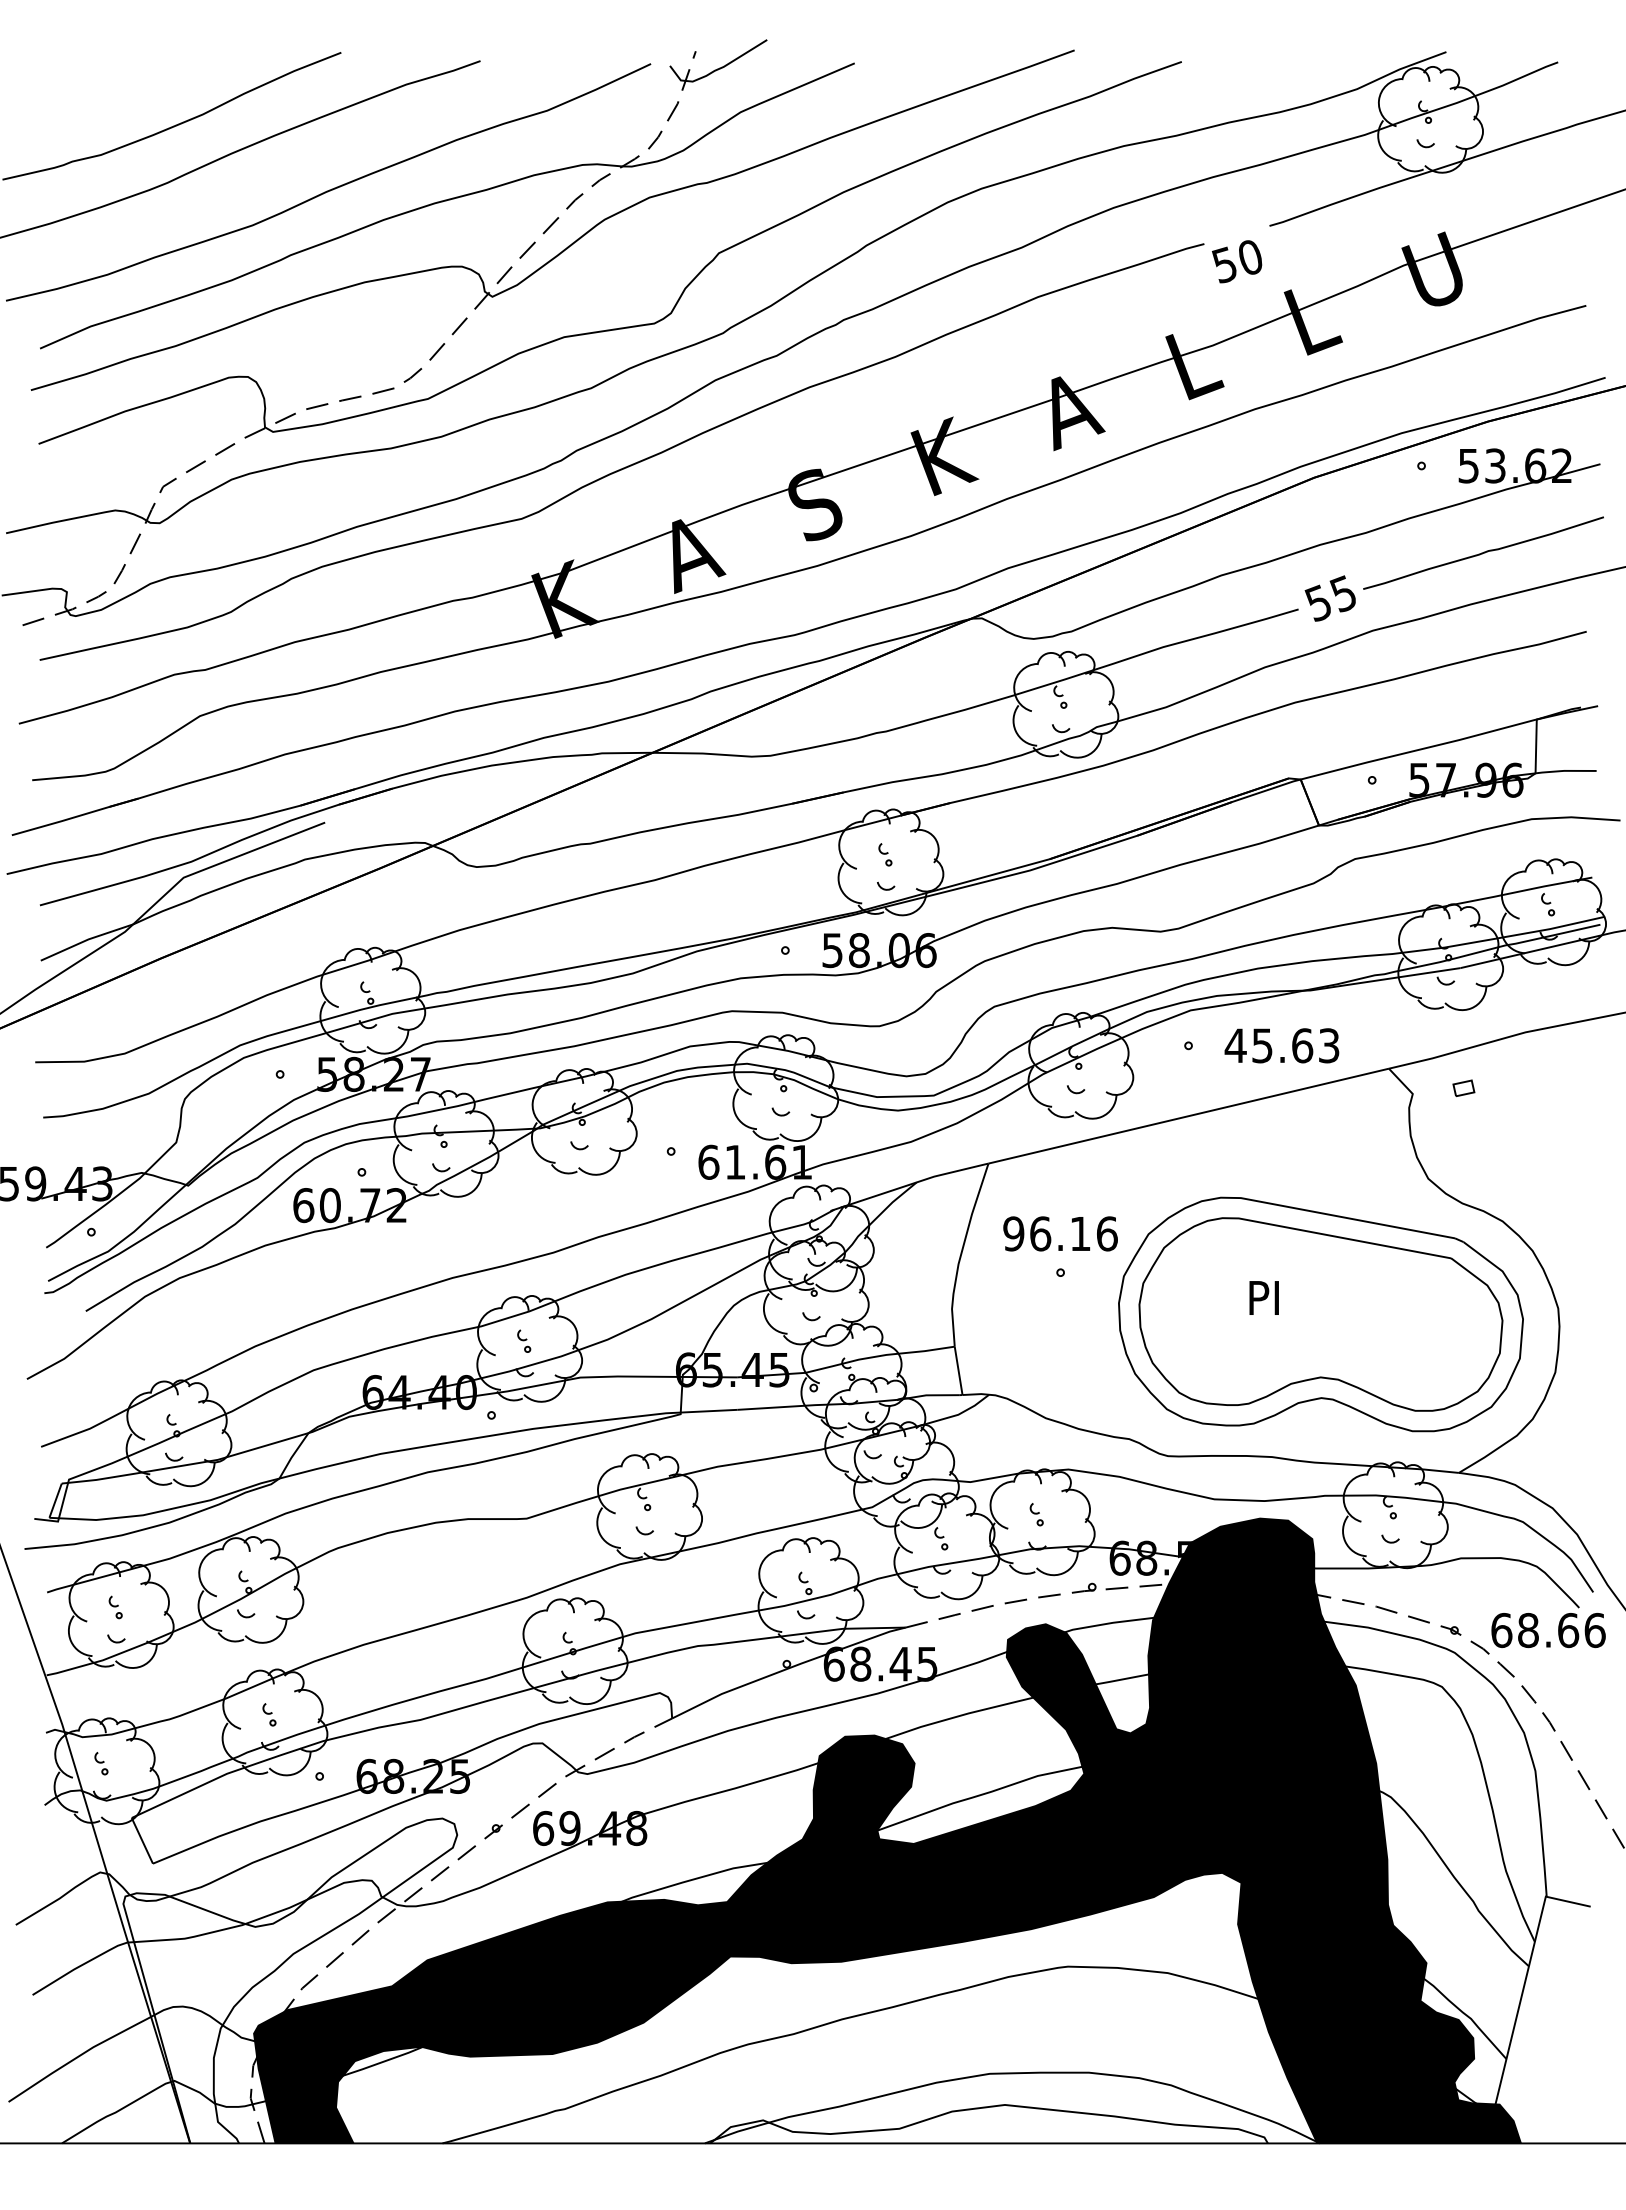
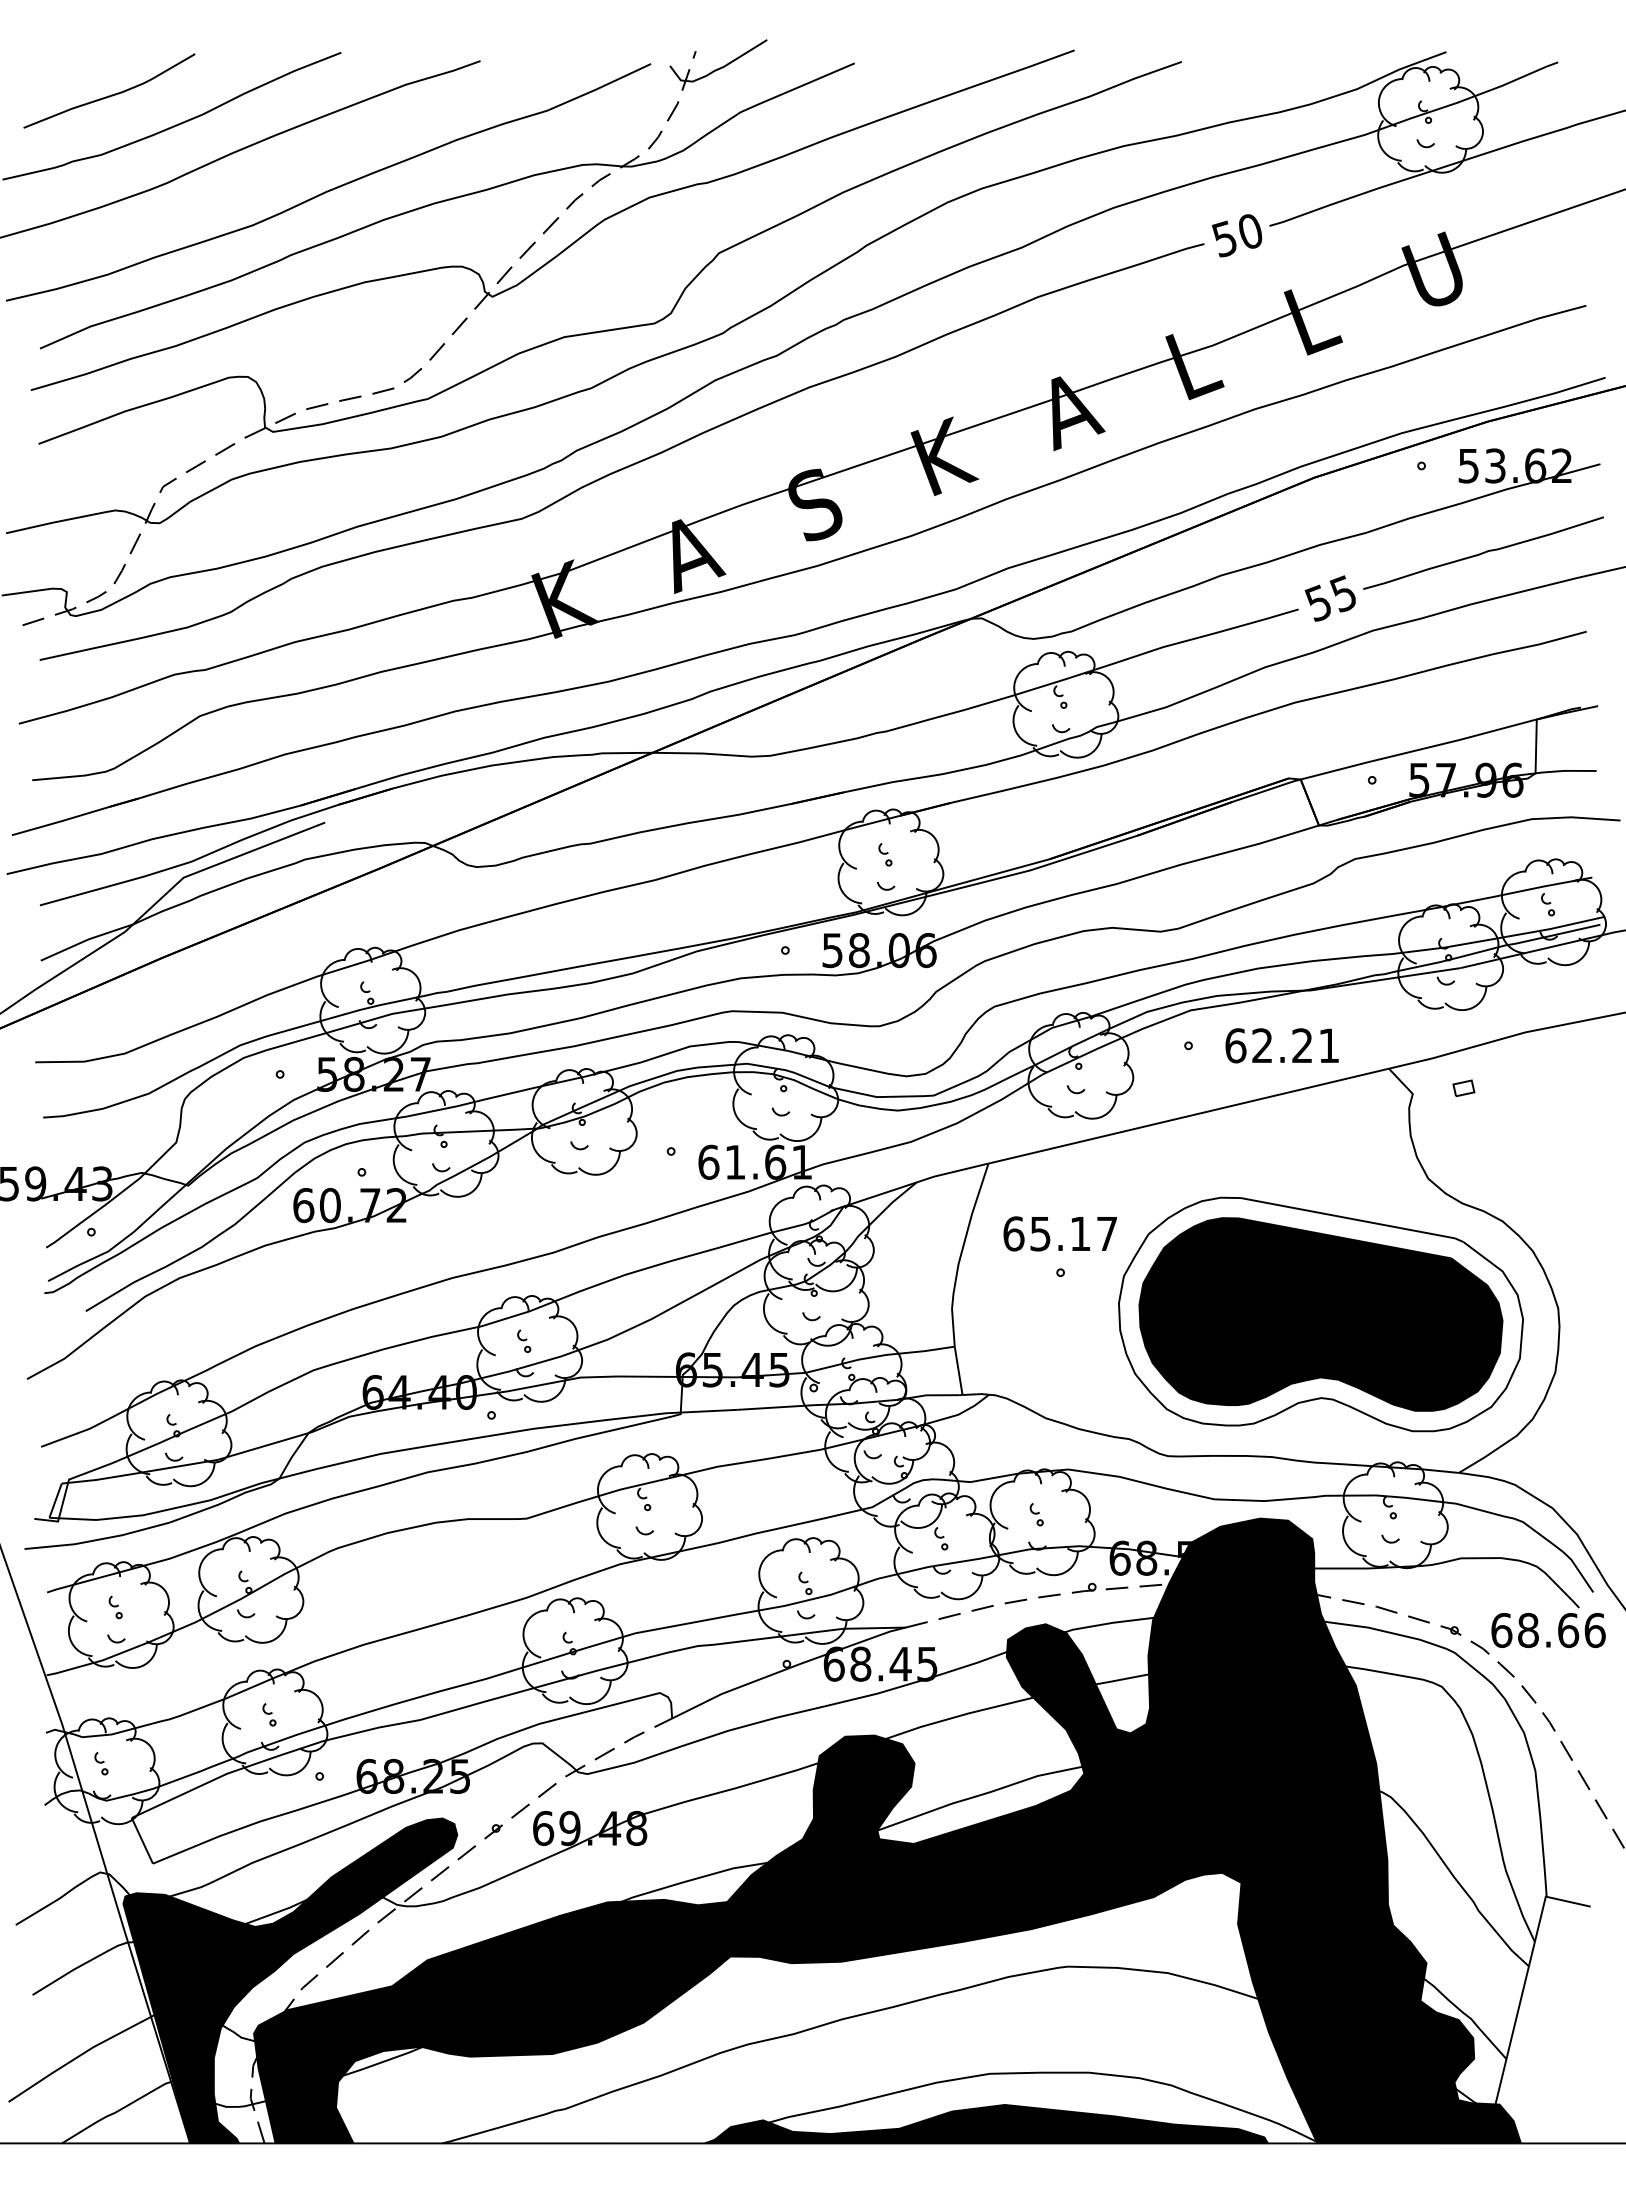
curve at (111, 94): none -> present
text at (1237, 261) position: (1237, 261) -> (1237, 235)
text at (1281, 1045): 45.63 -> 62.21
text at (1060, 1233): 96.16 -> 65.17
fill at (1320, 1314): none -> present
fill at (290, 1980): none -> present
fill at (988, 2123): none -> present
